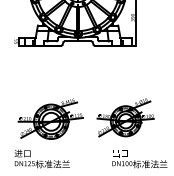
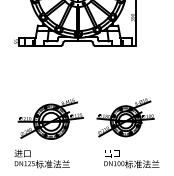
text at (139, 159) position: (139, 159) -> (131, 159)
